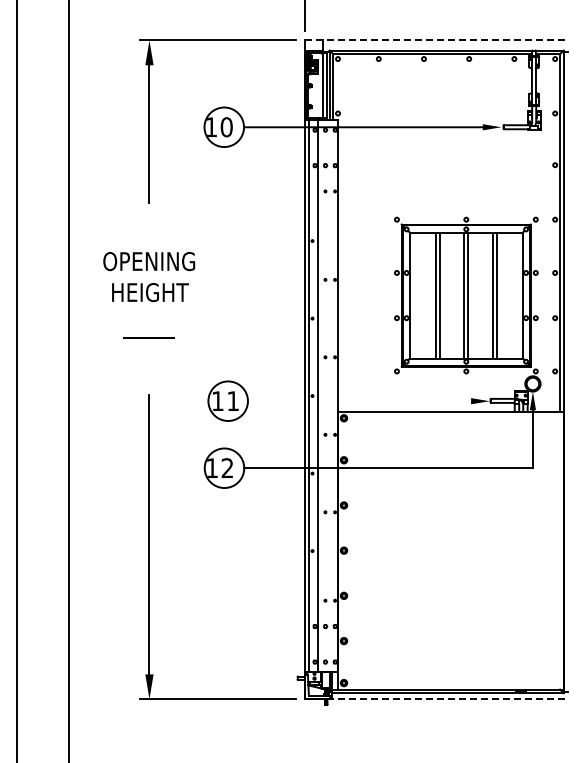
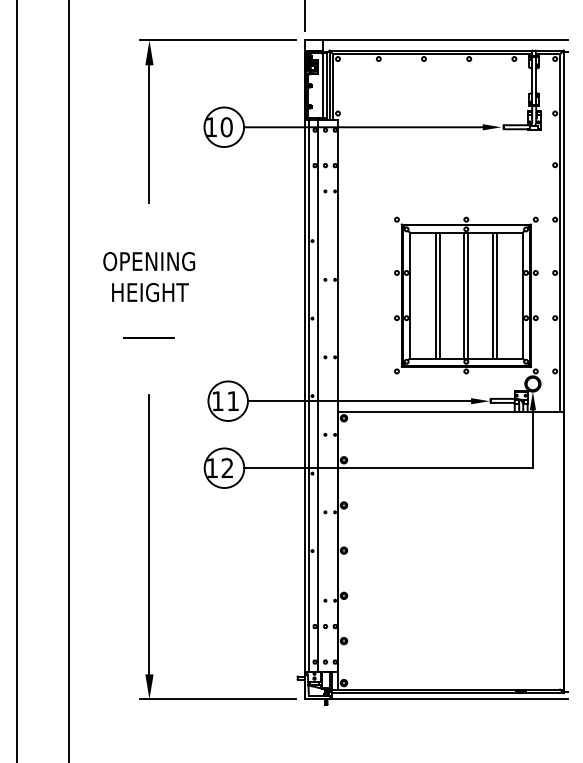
line at (436, 40): dashed -> solid
line at (359, 401): none -> present
line at (436, 699): dashed -> solid
